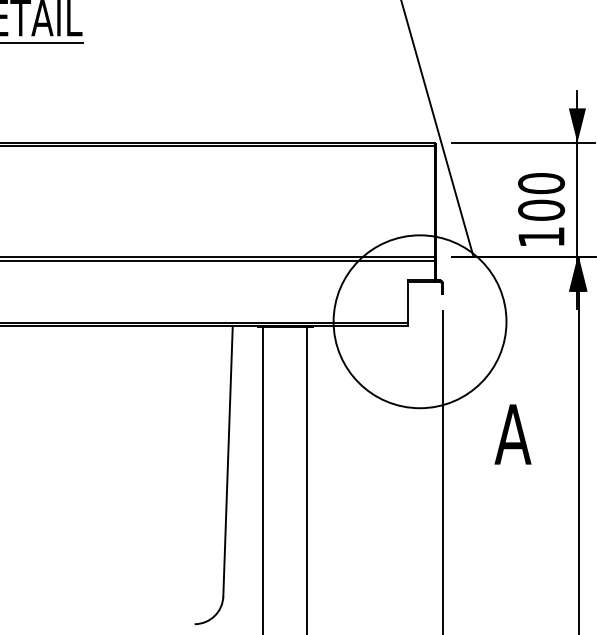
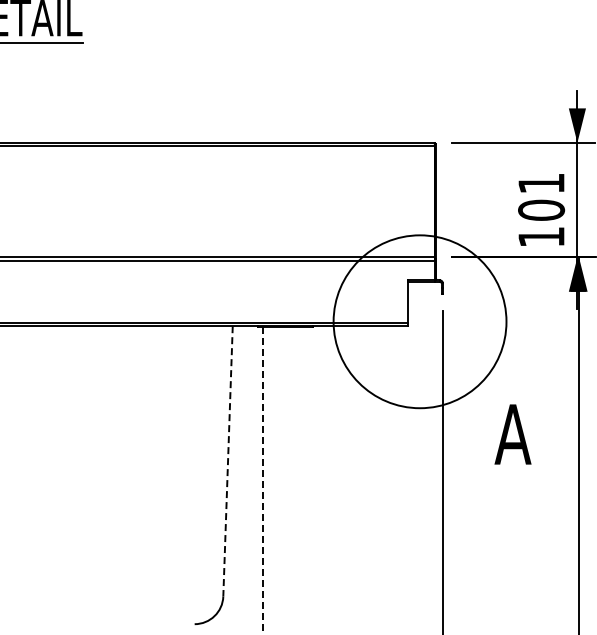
line at (437, 128): present -> none
text at (541, 183): 100 -> 101
line at (228, 461): solid -> dashed
line at (306, 478): present -> none
line at (263, 480): solid -> dashed
